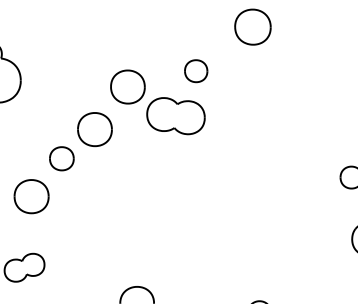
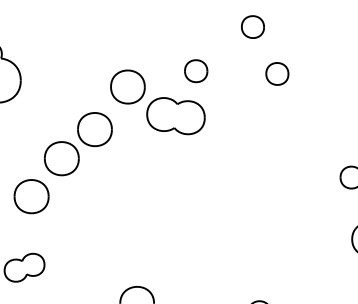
part at (252, 26) size: 38x38 px -> 24x24 px
part at (277, 73): none -> present
part at (61, 158) size: 26x26 px -> 36x36 px
